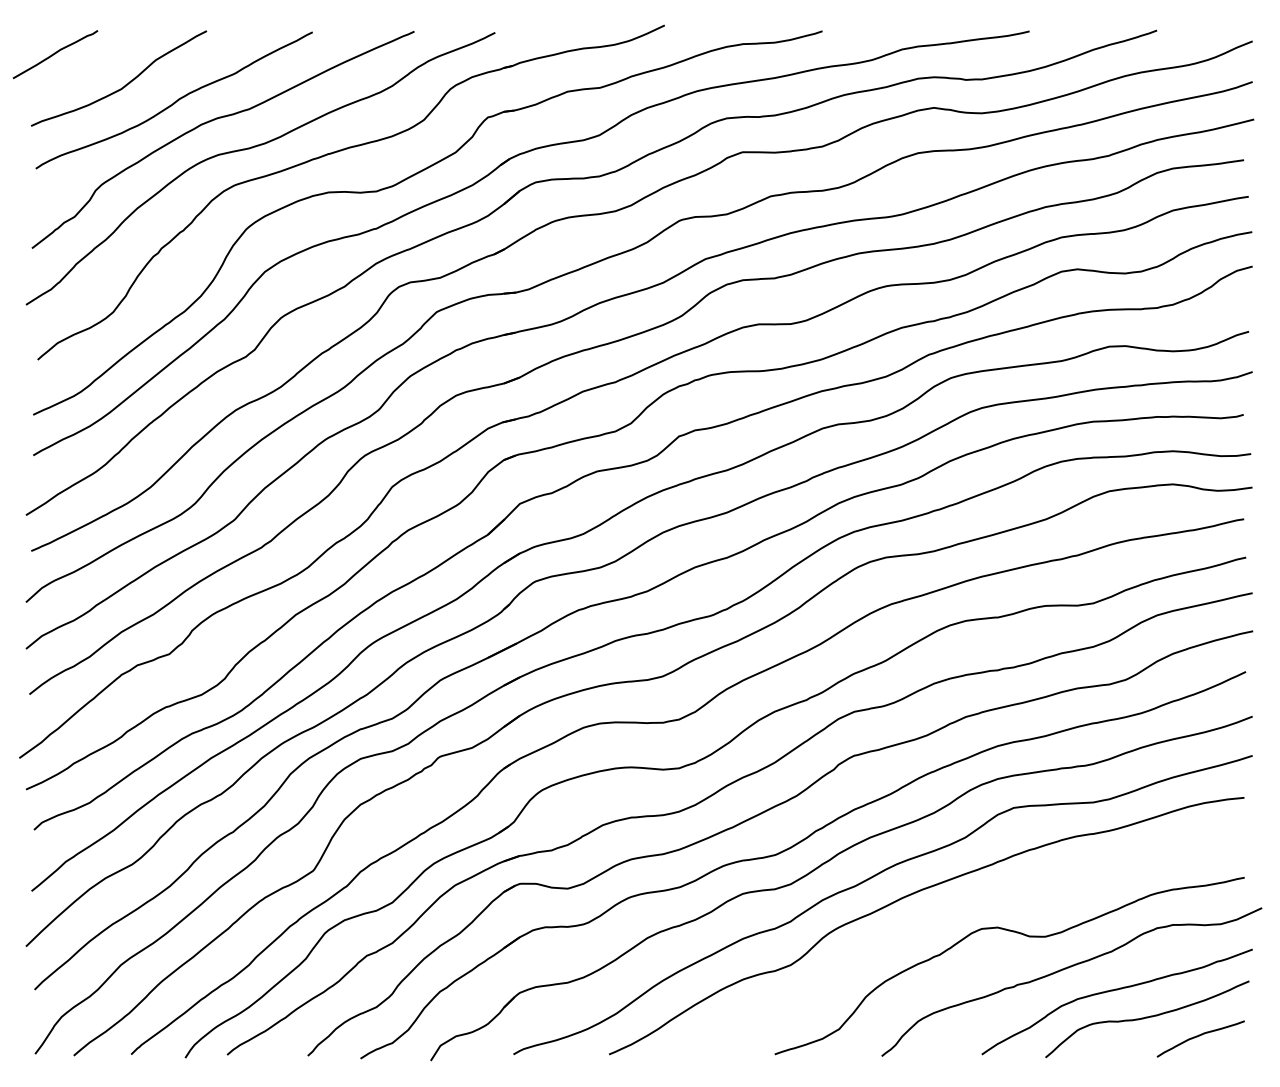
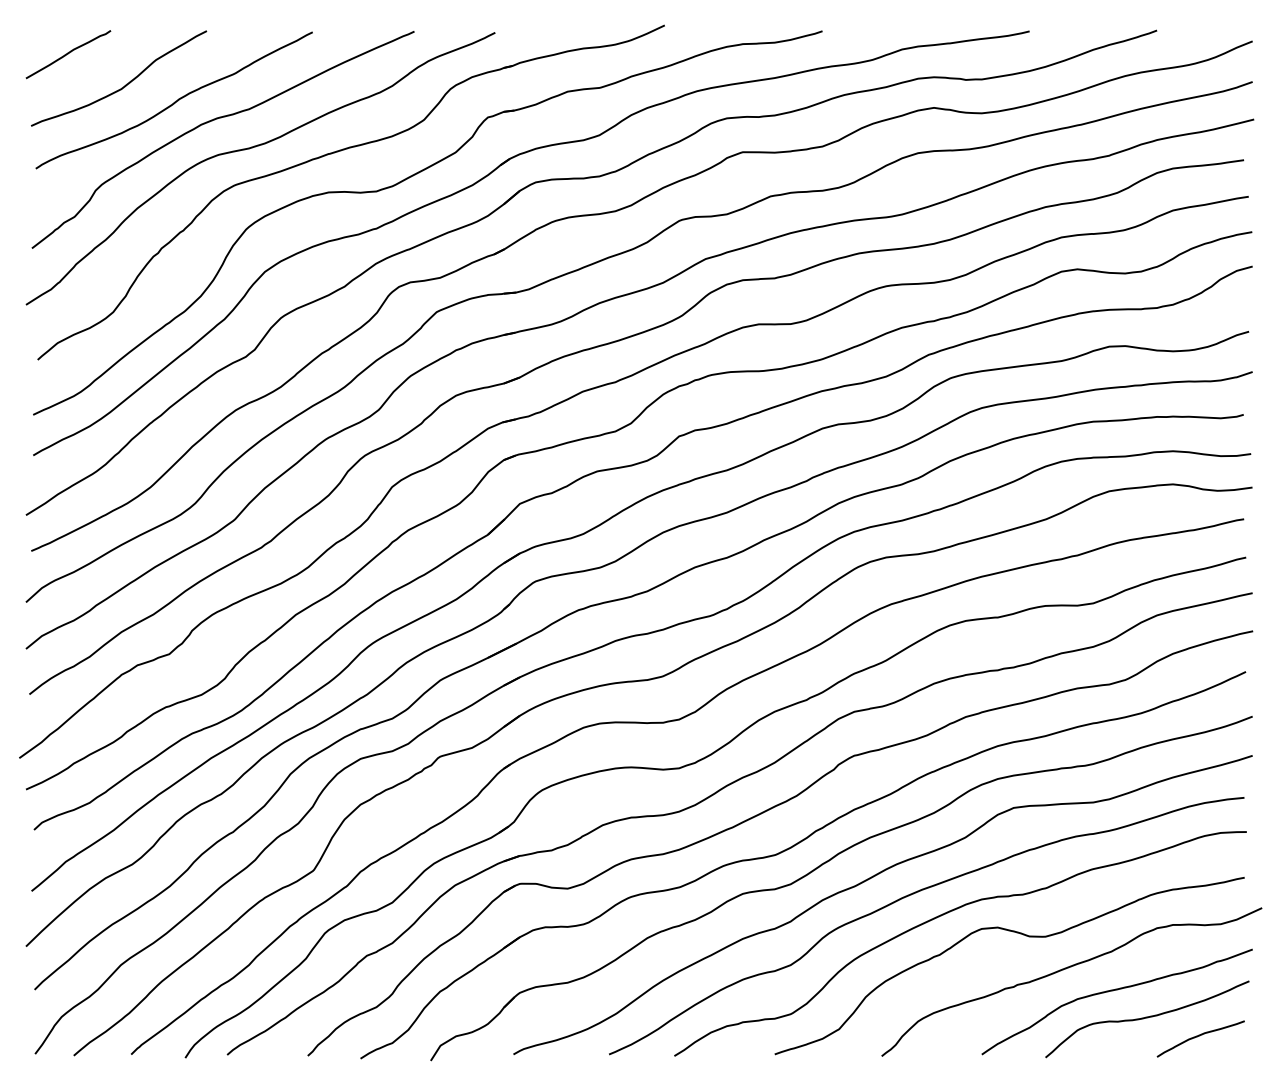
curve at (55, 54) position: (55, 54) -> (68, 54)
curve at (948, 913): none -> present
